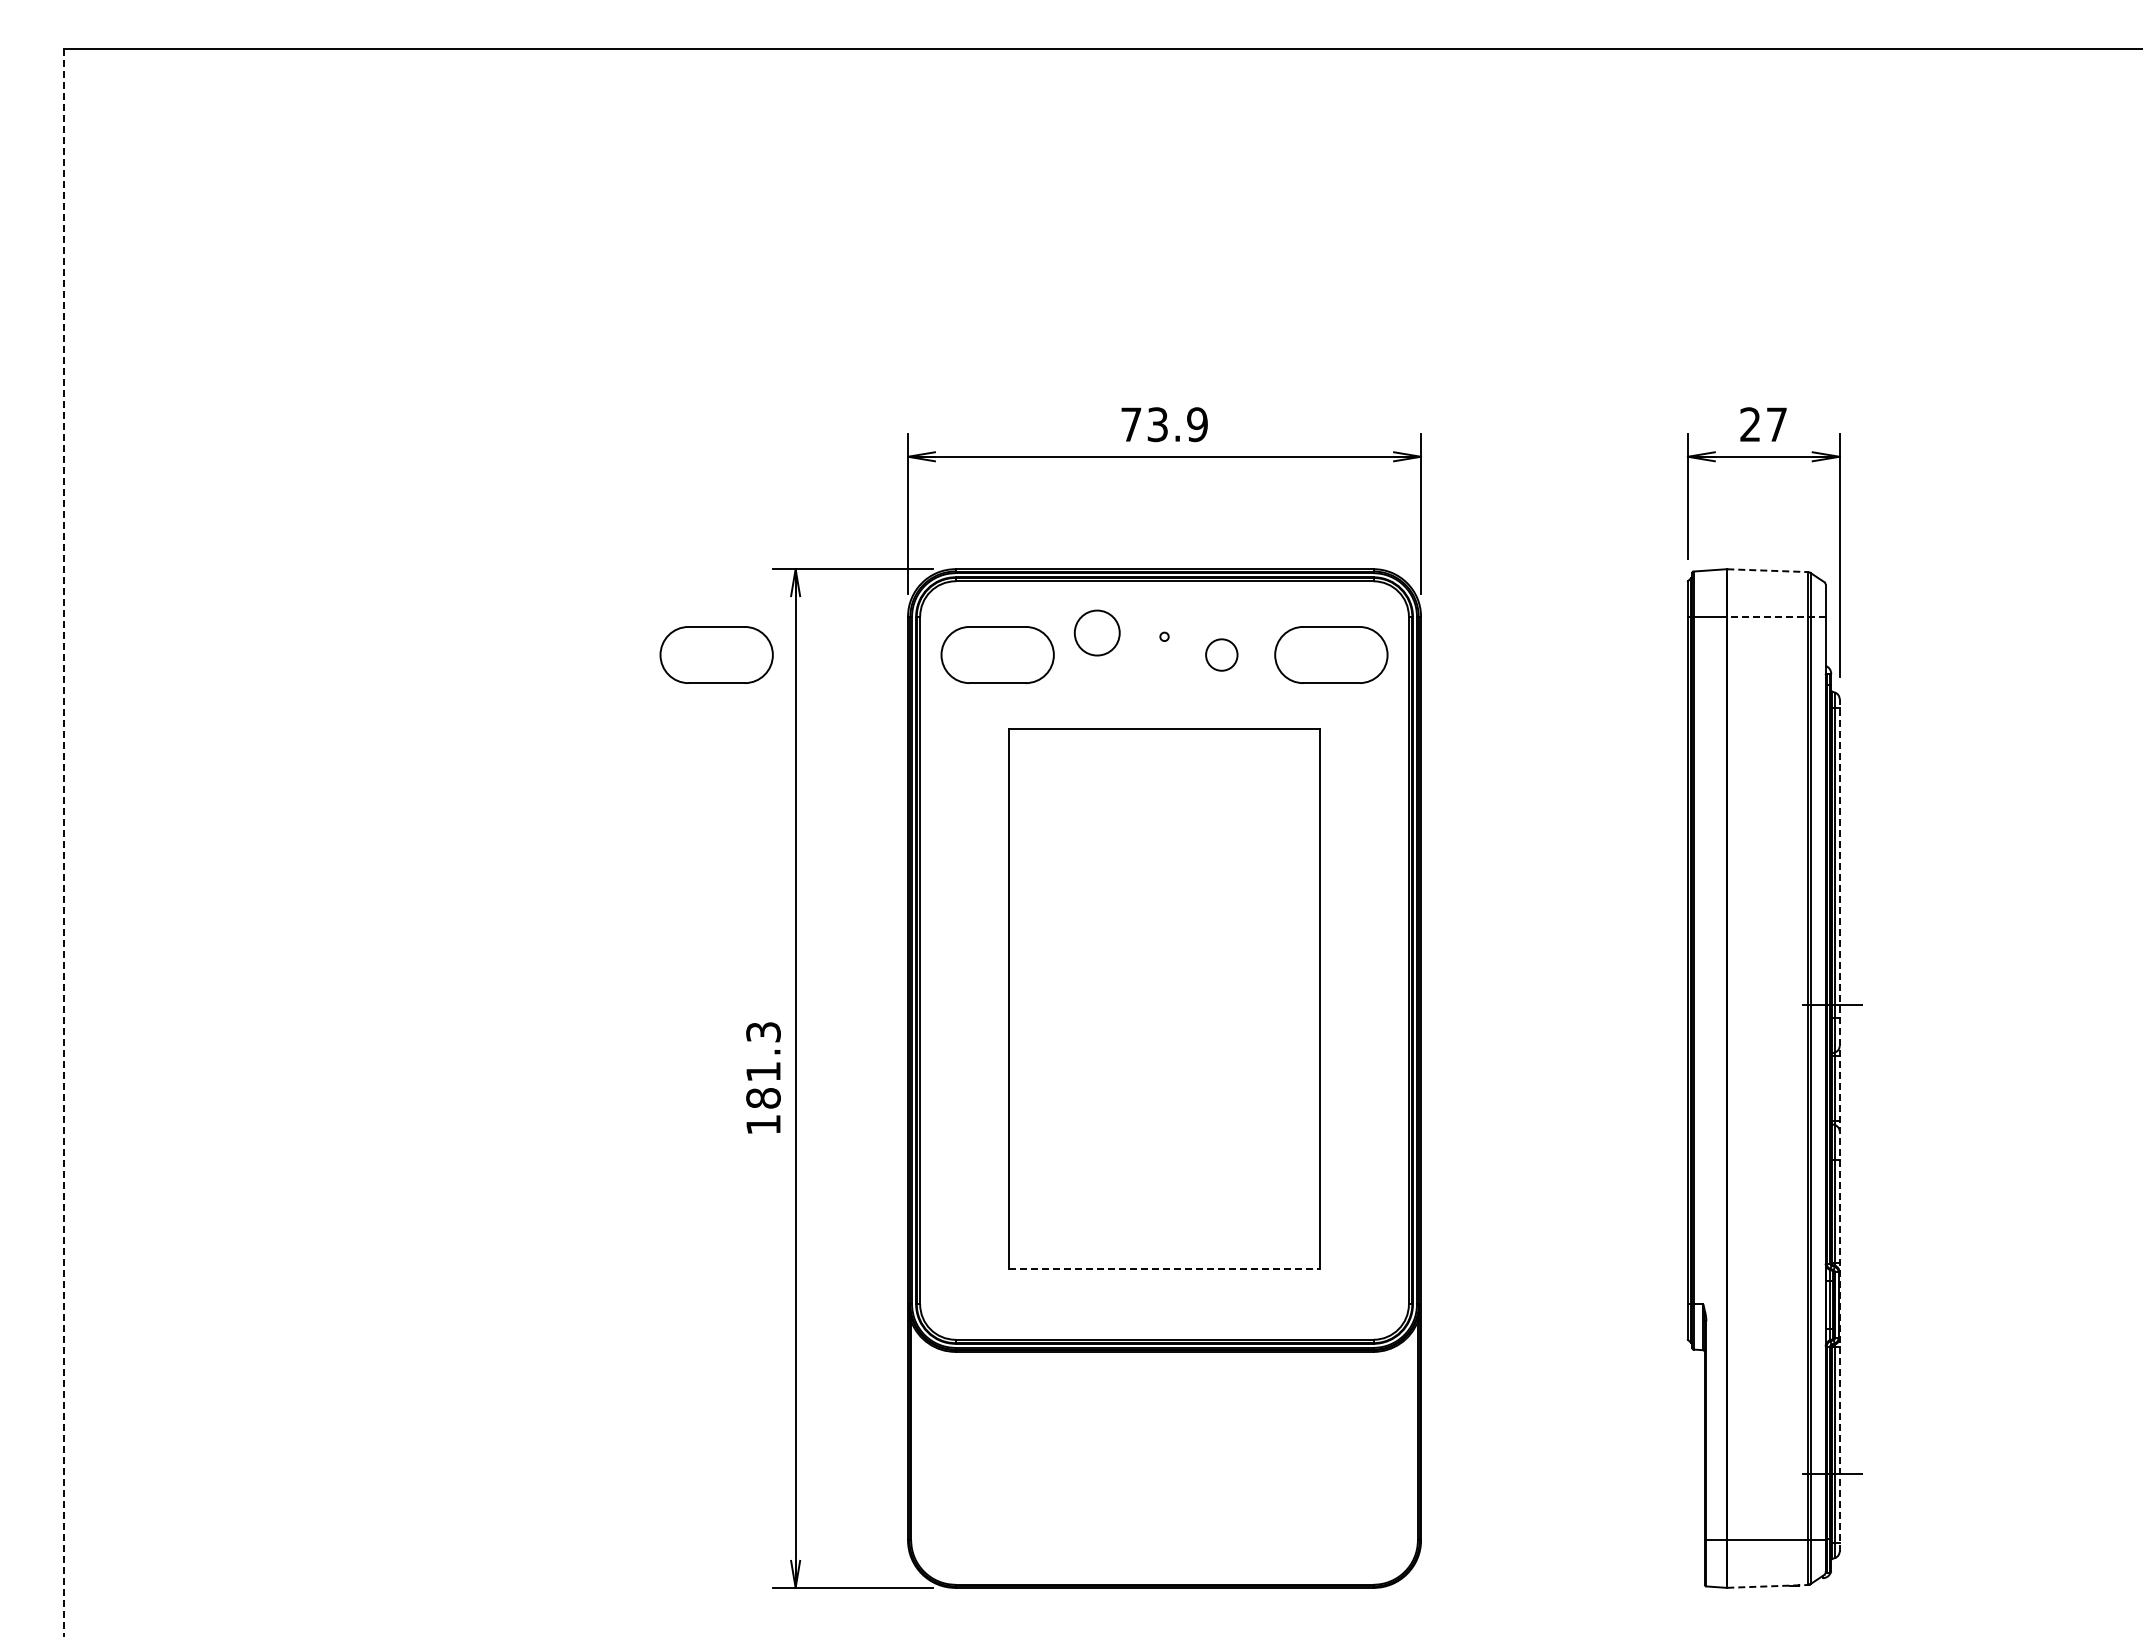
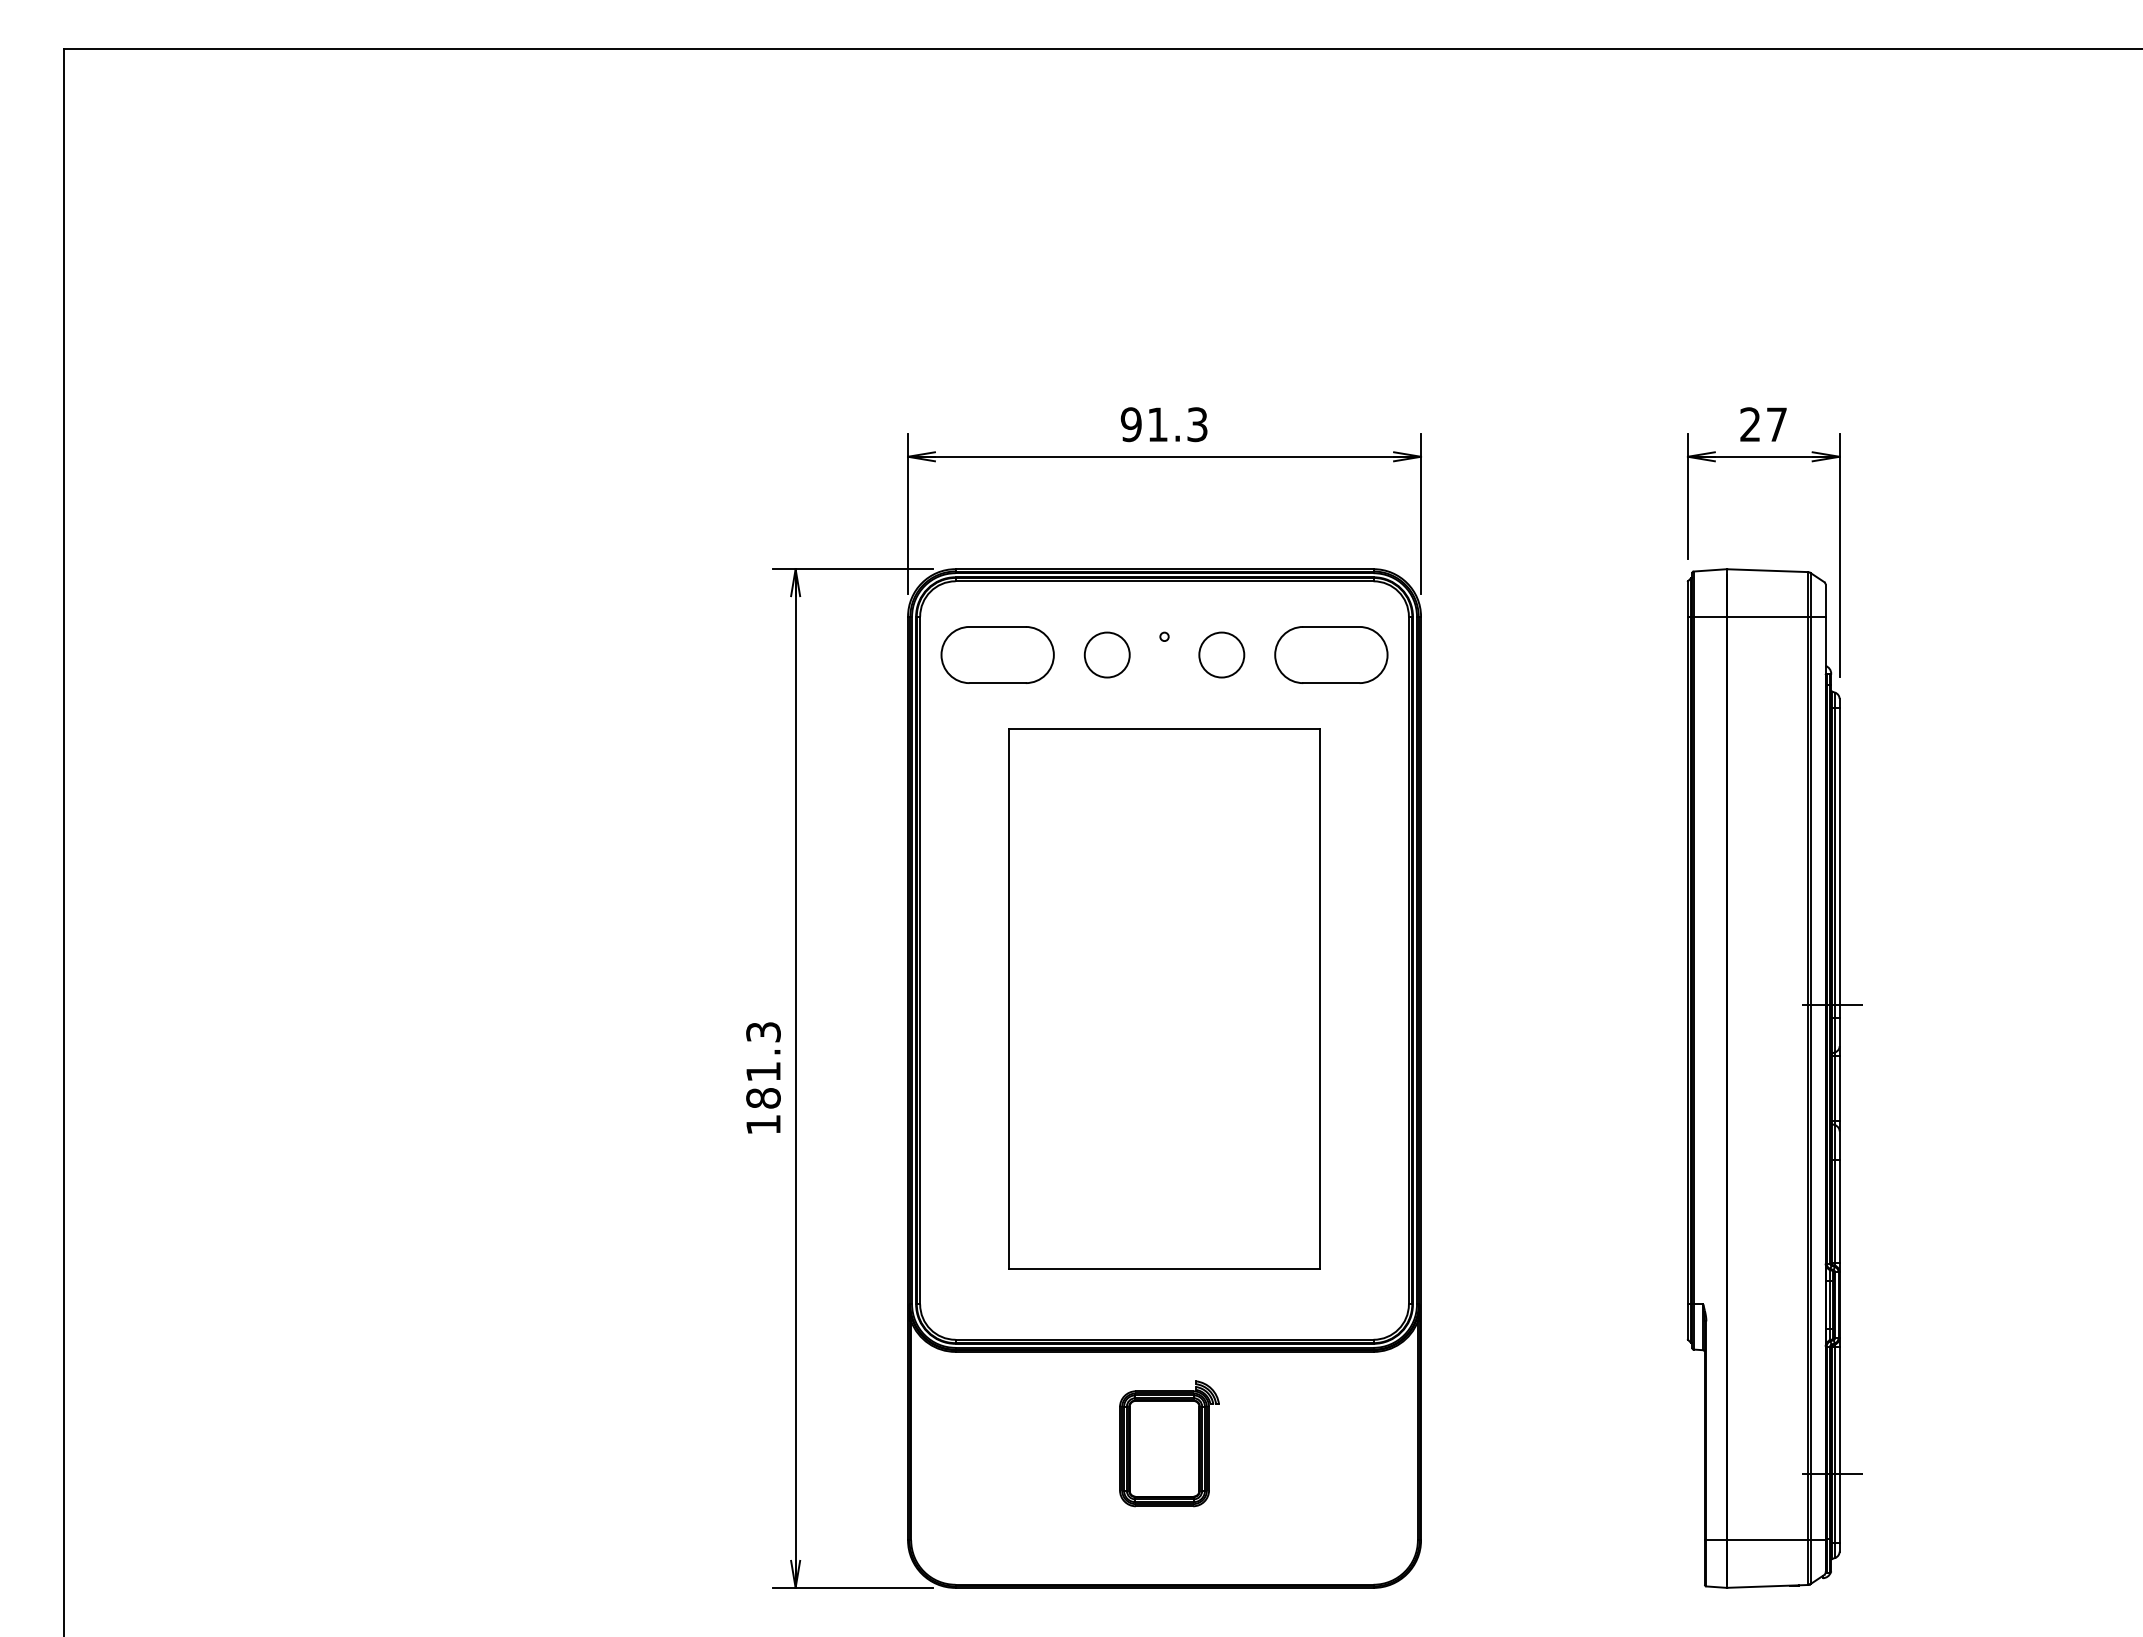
text at (1163, 424): 73.9 -> 91.3
line at (1768, 570): dashed -> solid
line at (1775, 616): dashed -> solid
circle at (1096, 632) position: (1096, 632) -> (1106, 654)
part at (716, 654): present -> none
circle at (1221, 654) diameter: 31 px -> 45 px
line at (64, 843): dashed -> solid
line at (1839, 1124): dashed -> solid
line at (1165, 1268): dashed -> solid
part at (1169, 1443): none -> present
line at (1768, 1586): dashed -> solid
